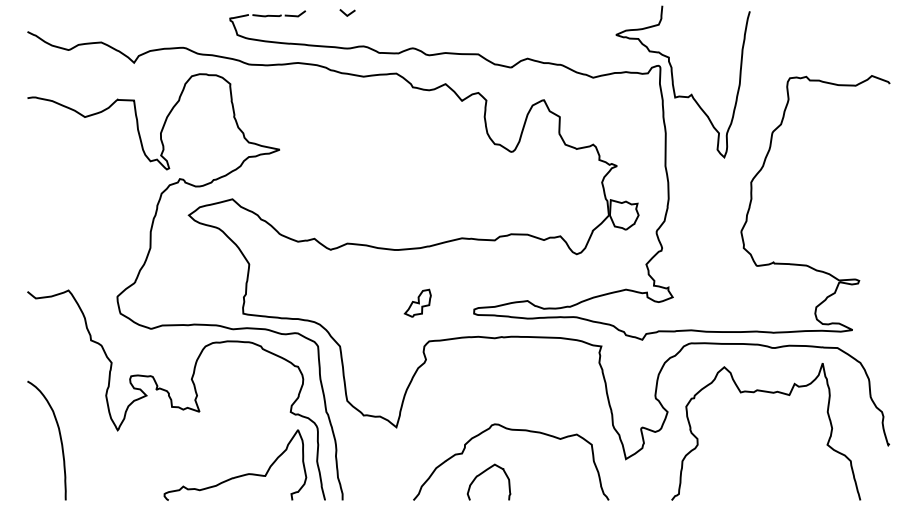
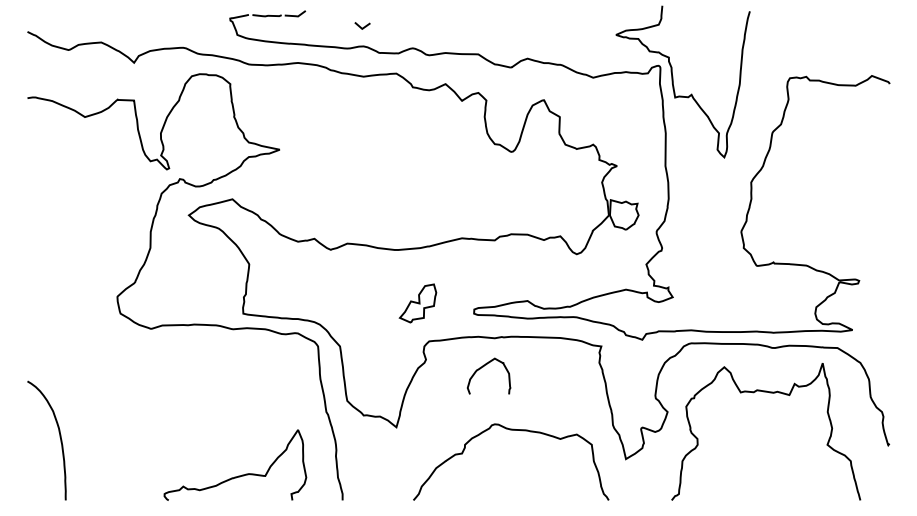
line at (346, 13) position: (346, 13) -> (361, 26)
part at (417, 302) size: 29x30 px -> 40x41 px
curve at (170, 396): present -> none
curve at (483, 473) position: (483, 473) -> (483, 367)
